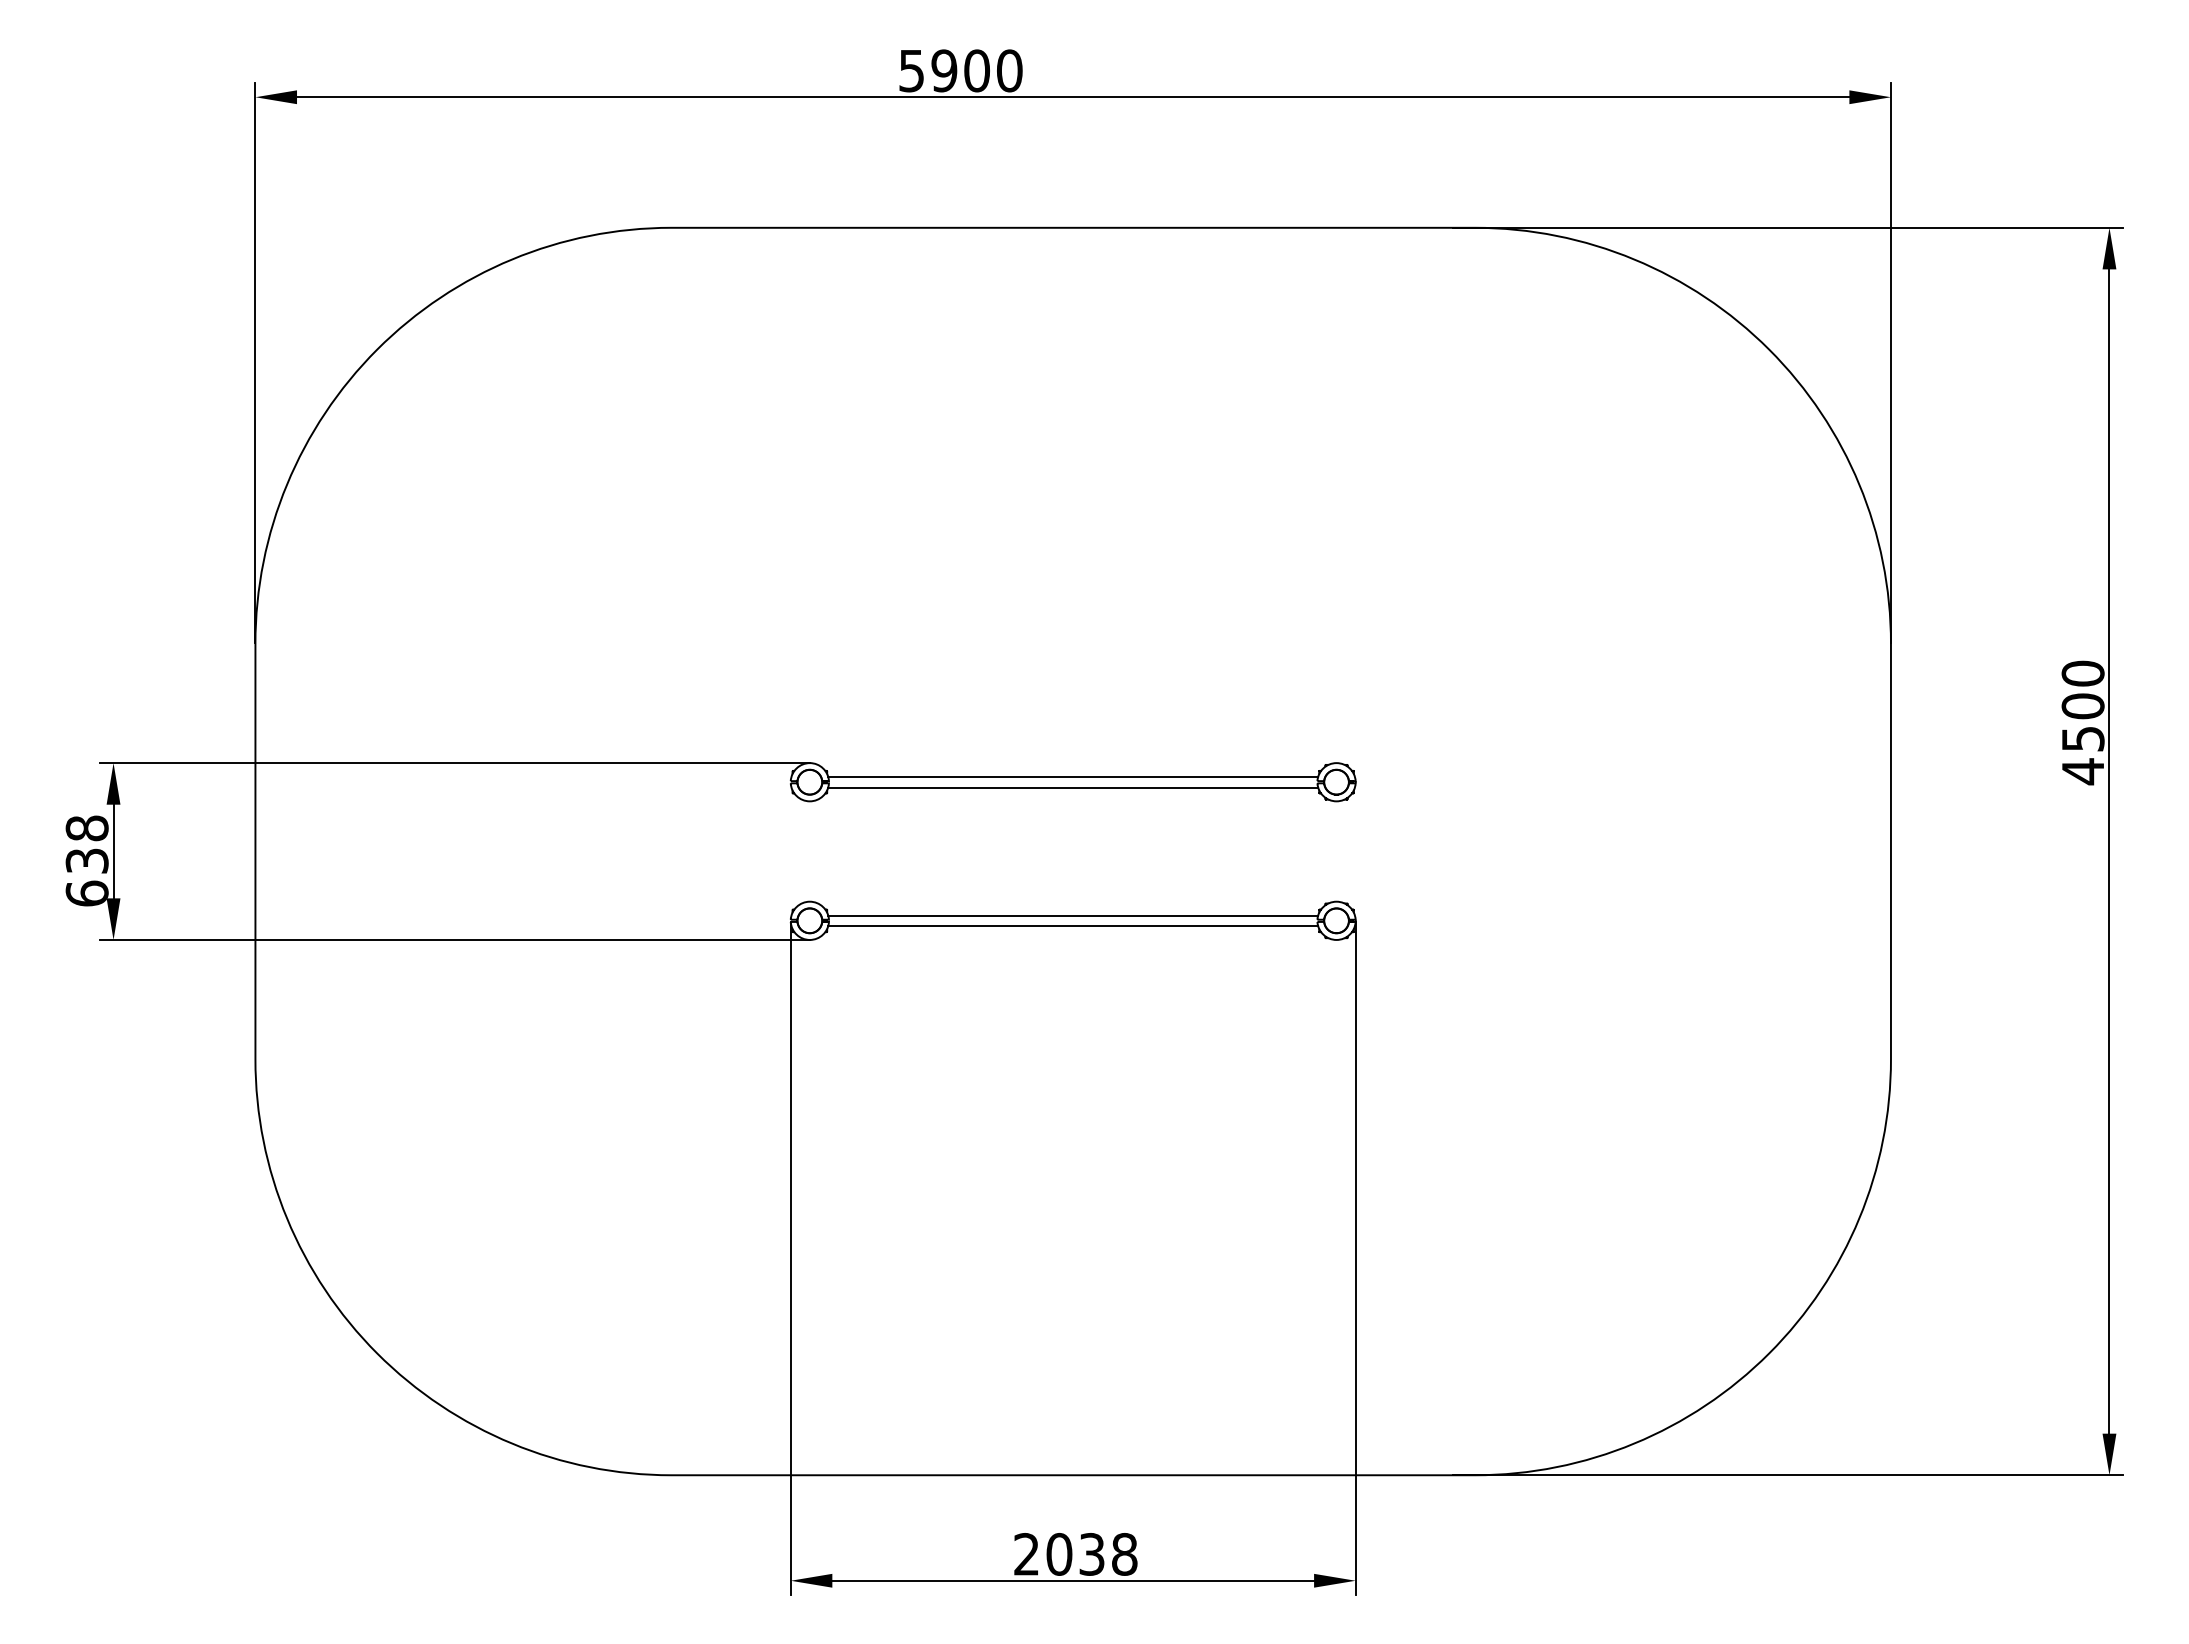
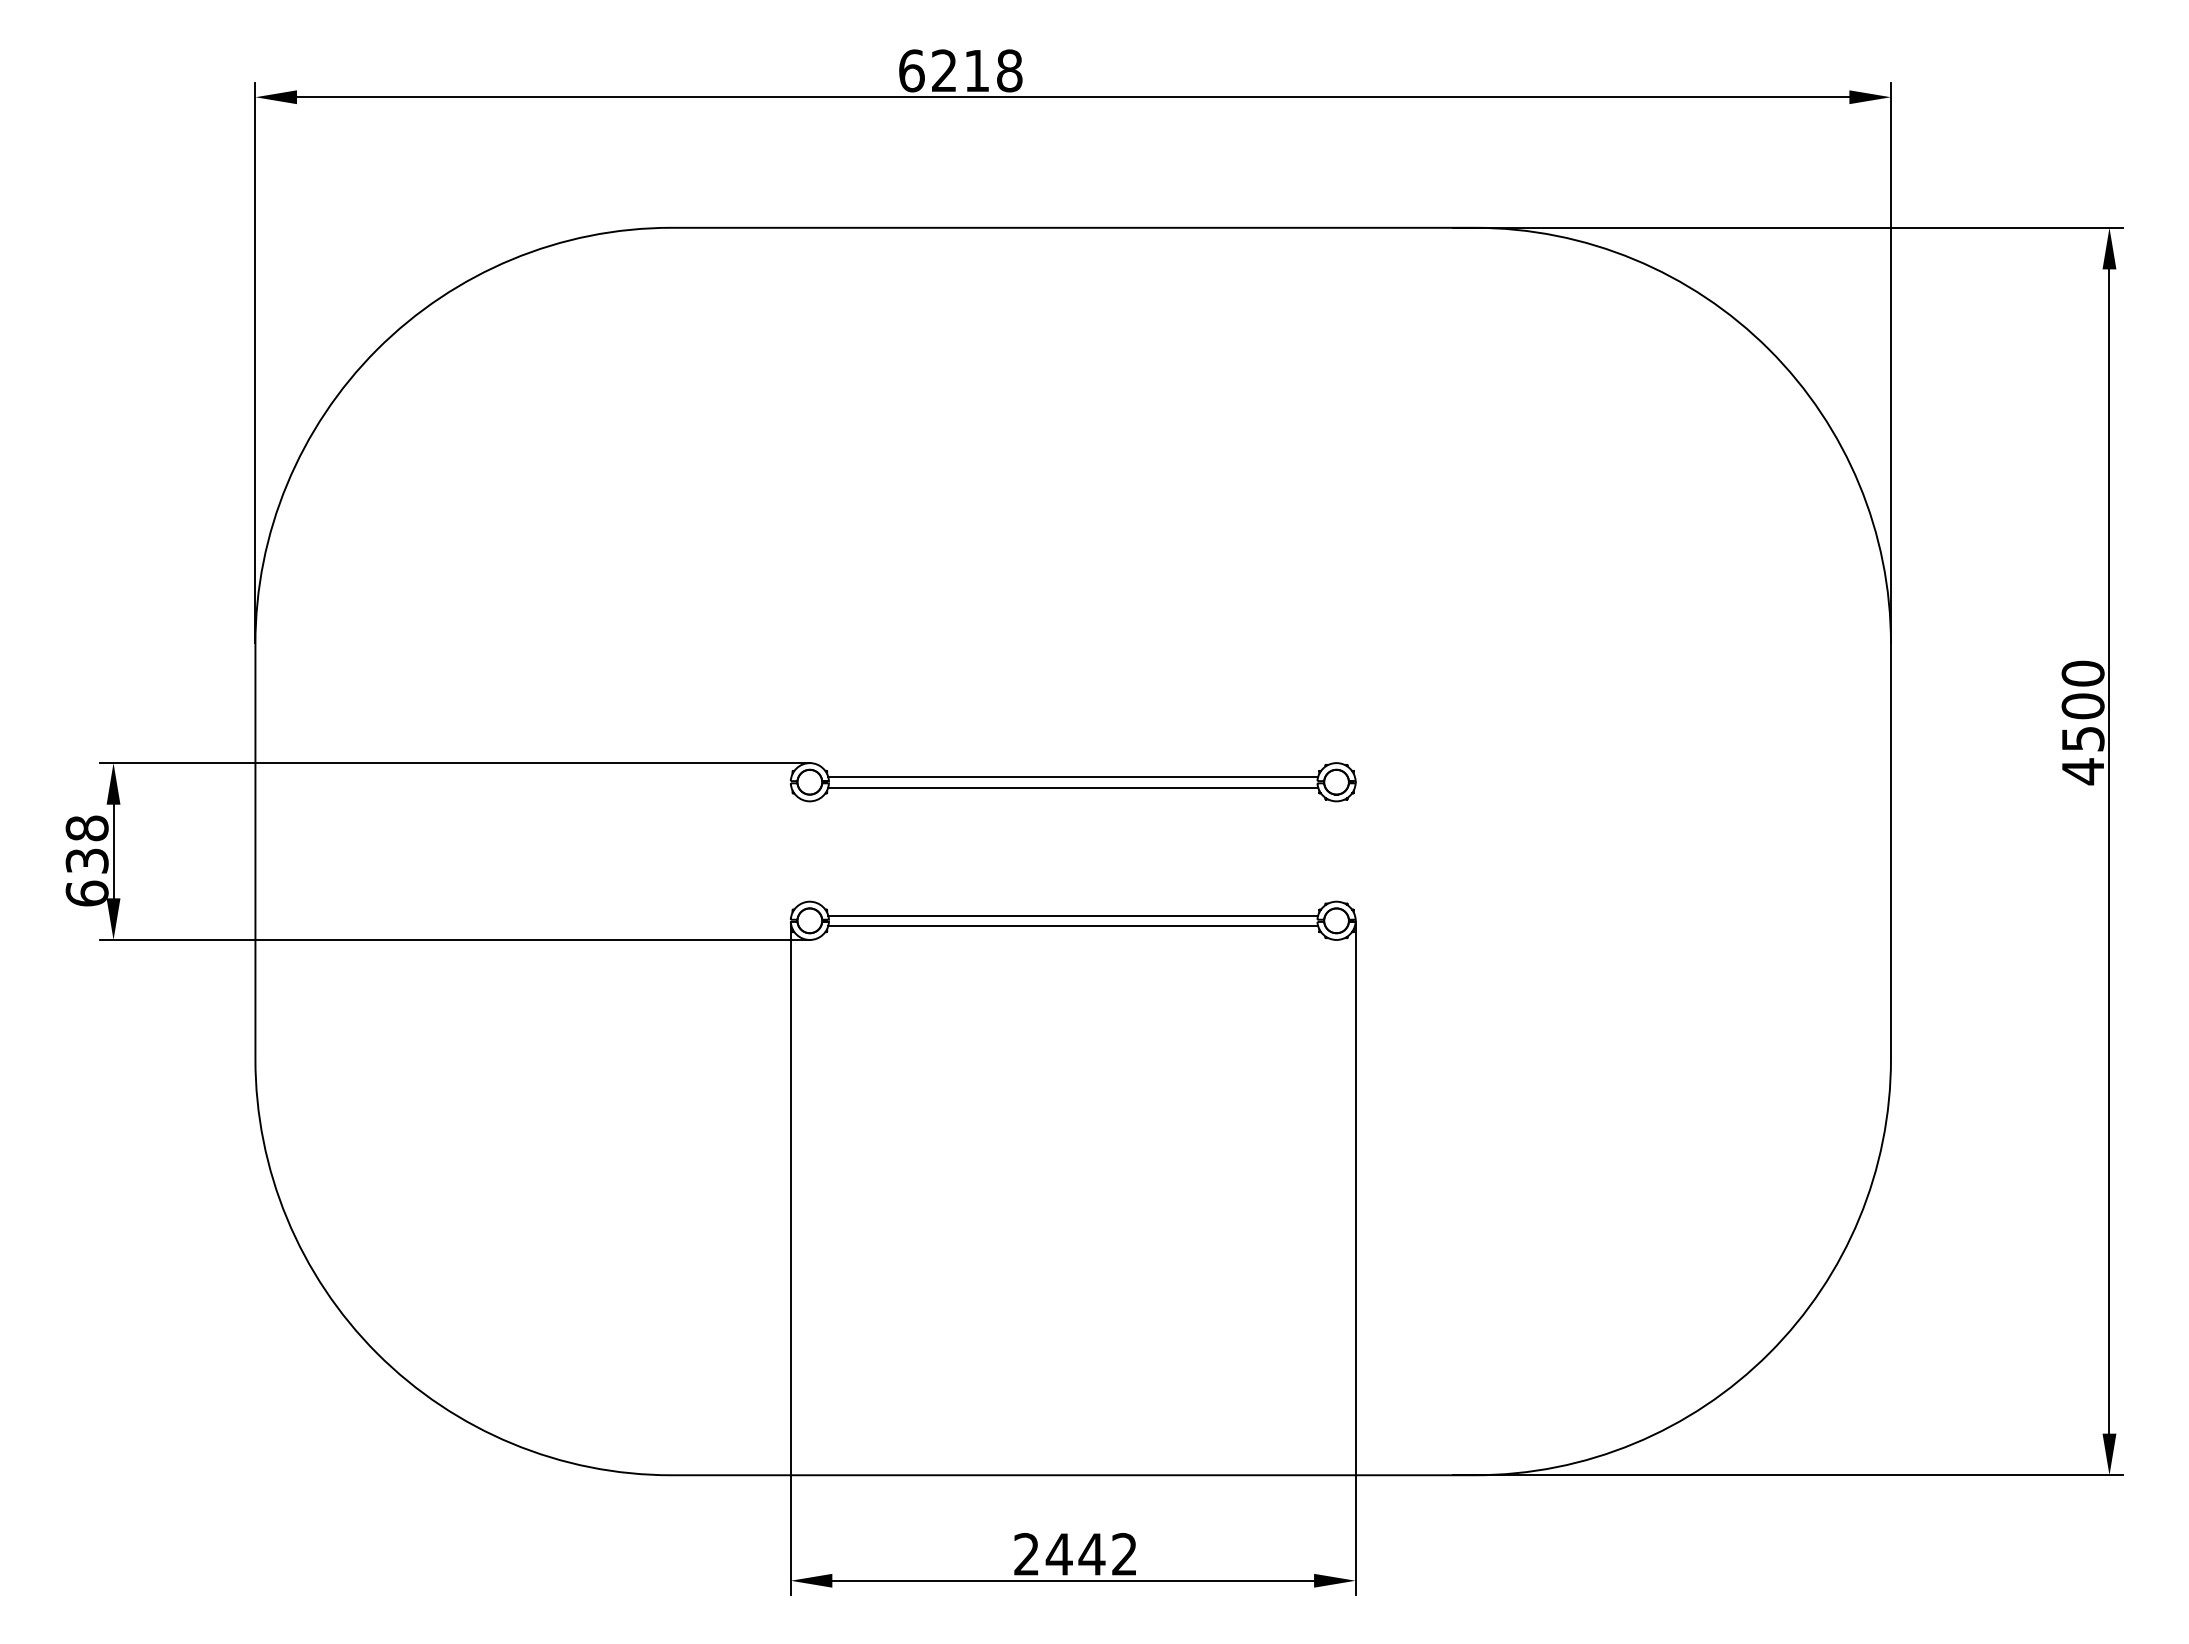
text at (960, 70): 5900 -> 6218
text at (1091, 1553): 2038 -> 2442
